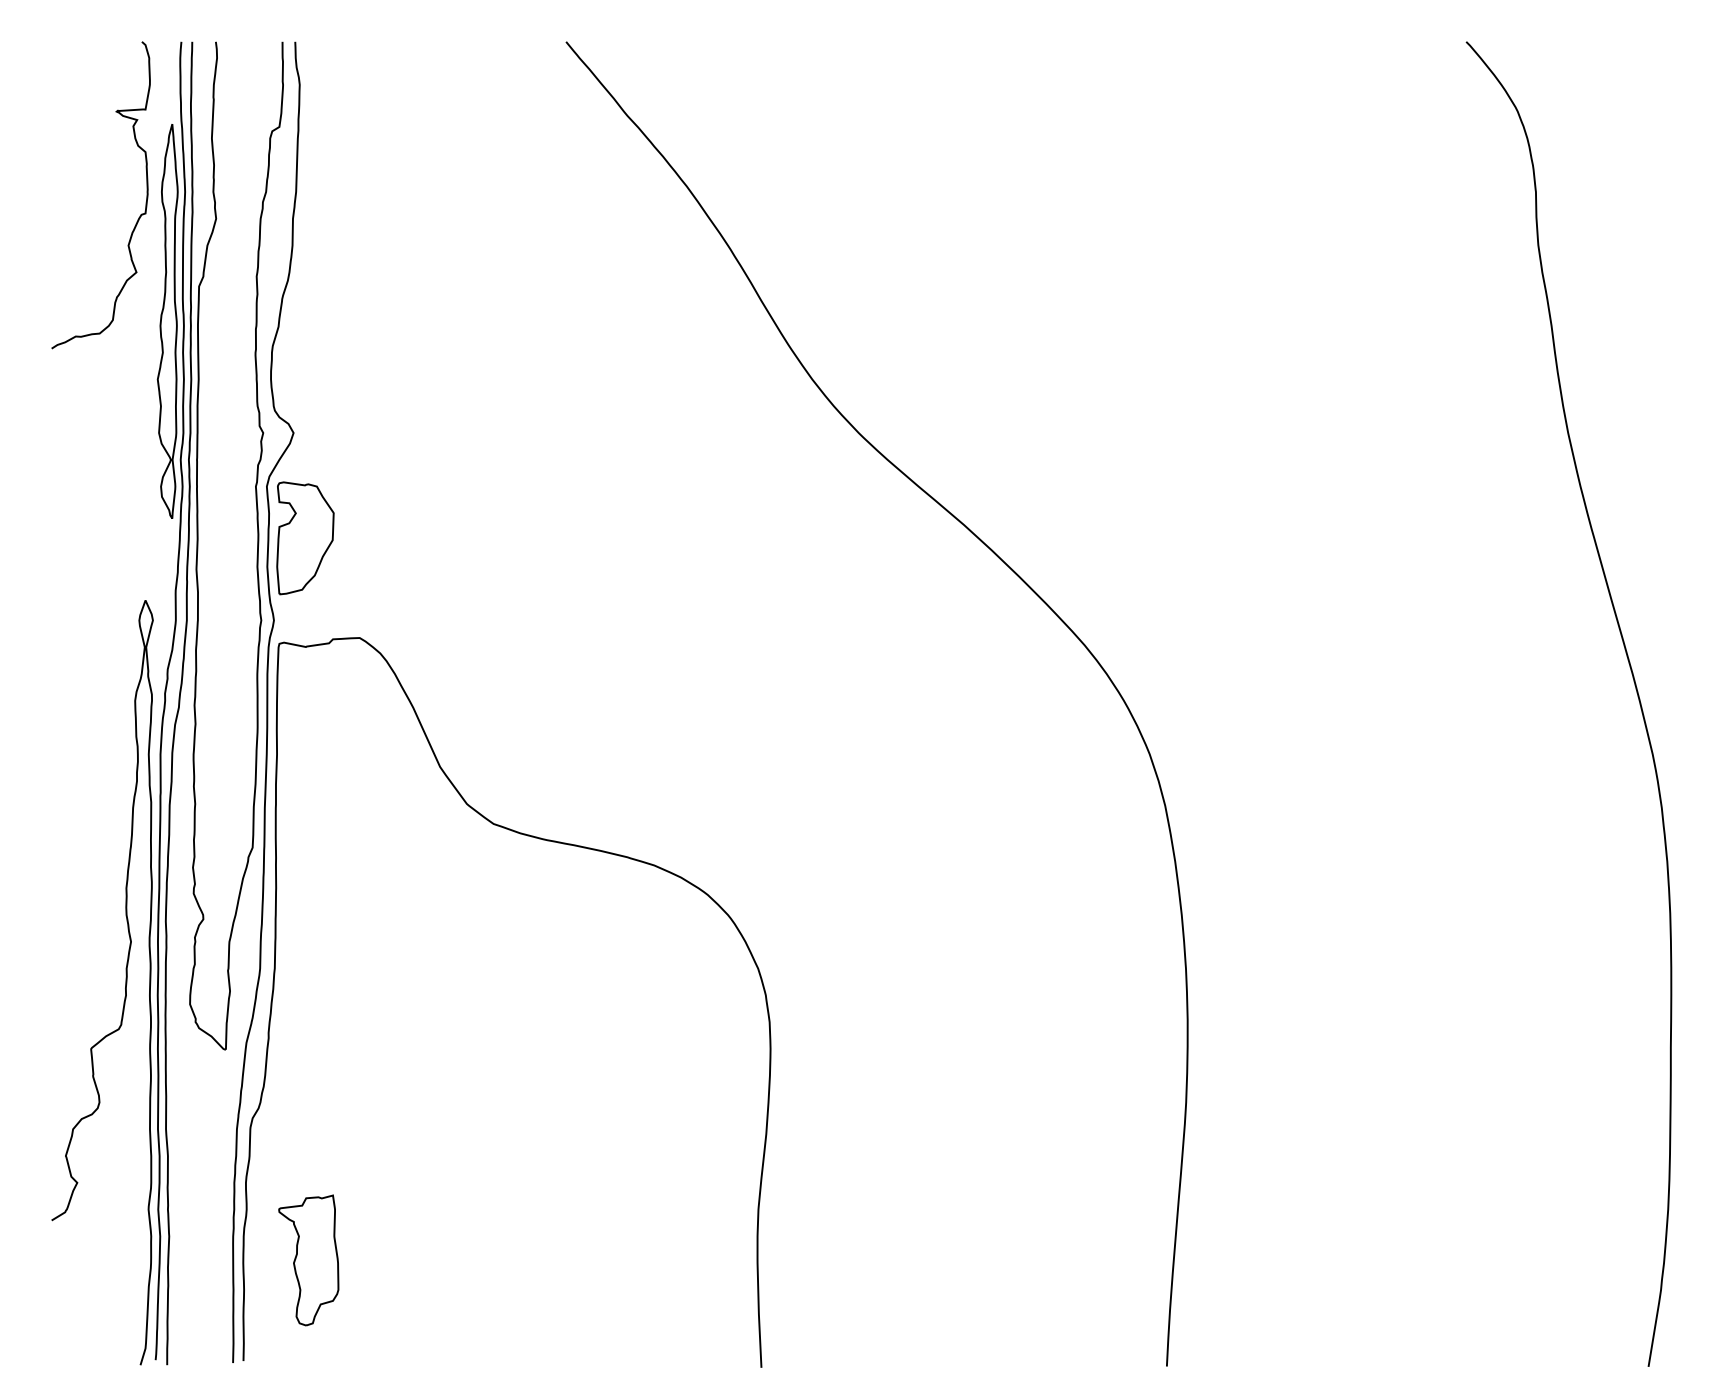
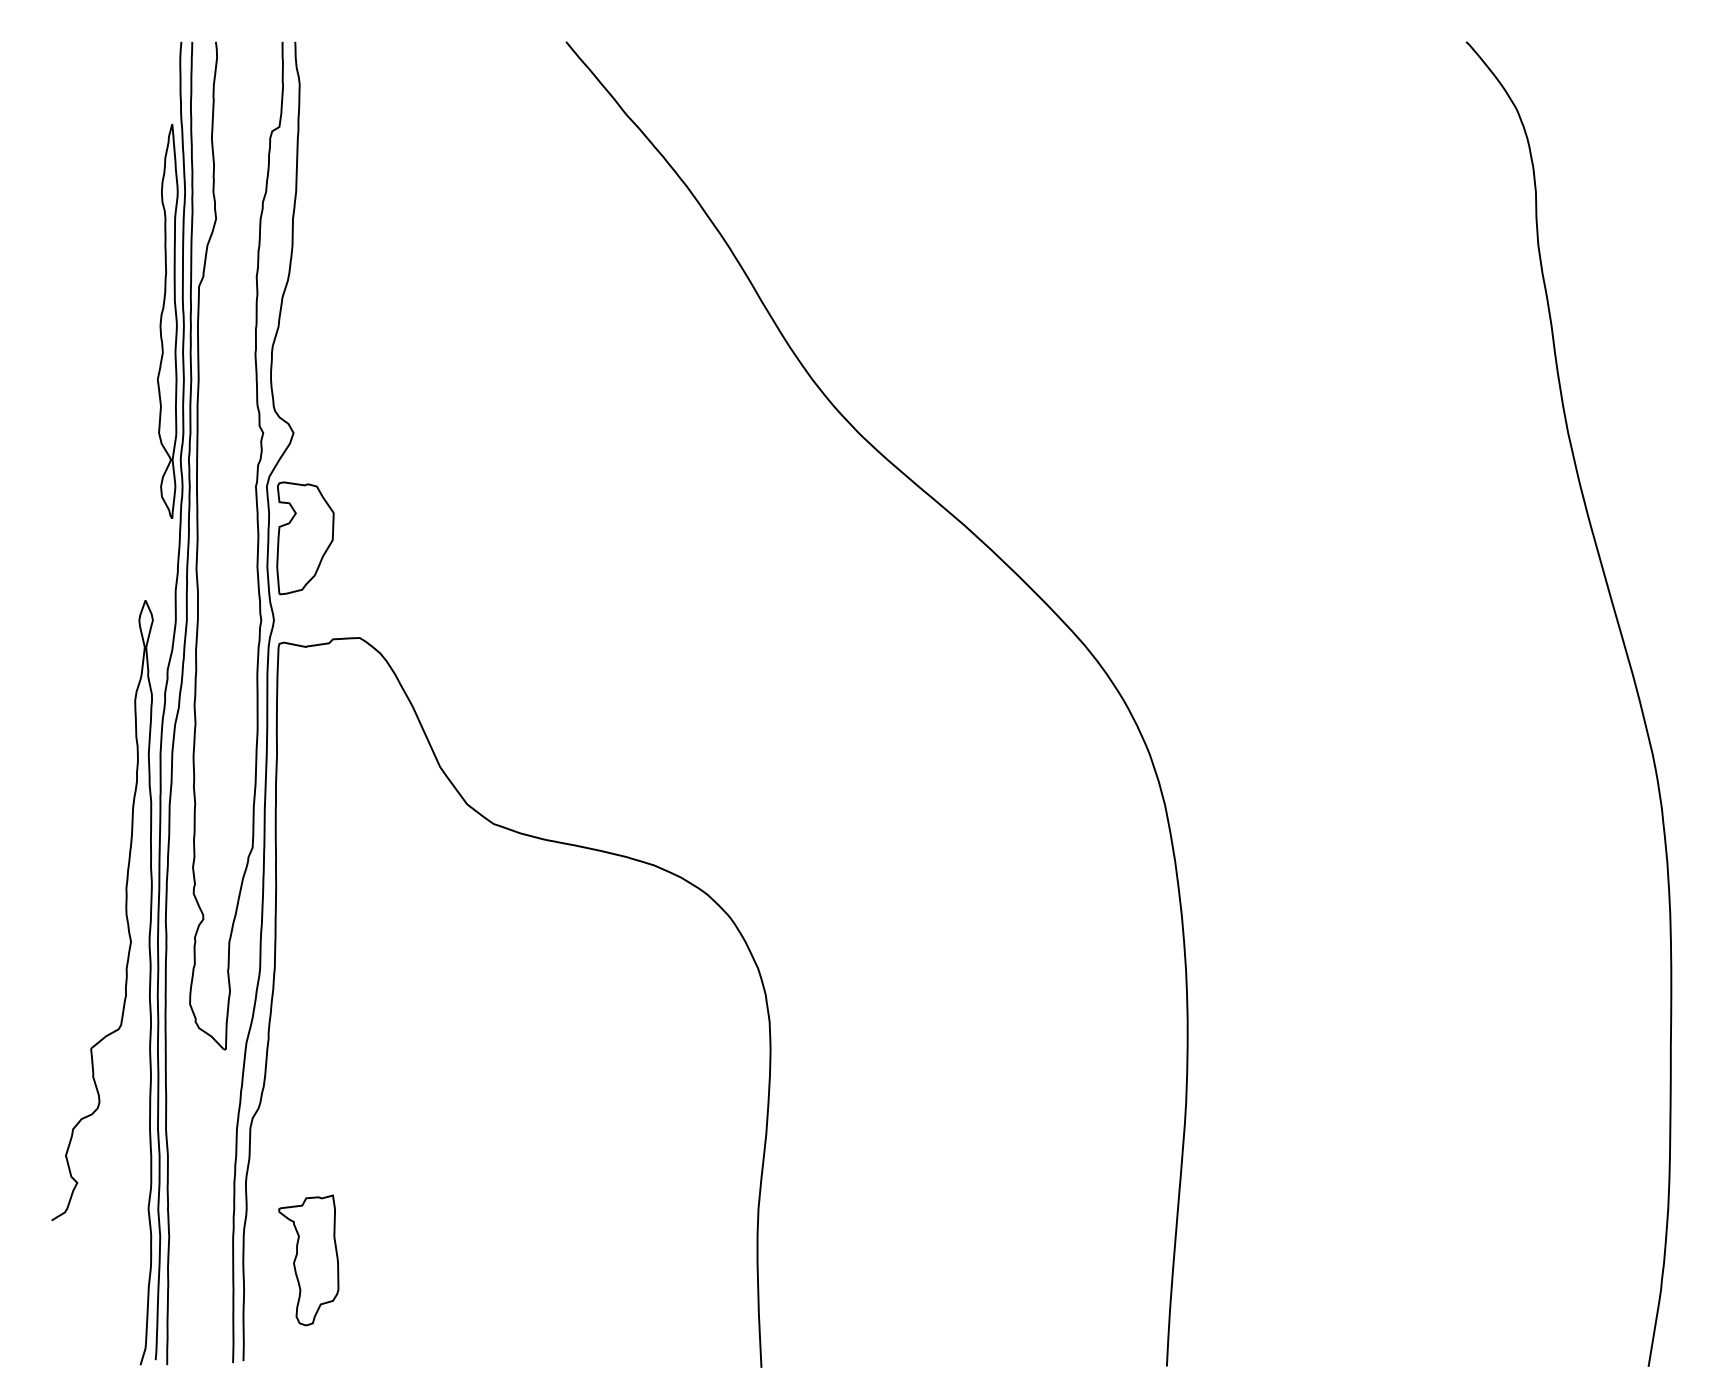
curve at (138, 217): present -> none
